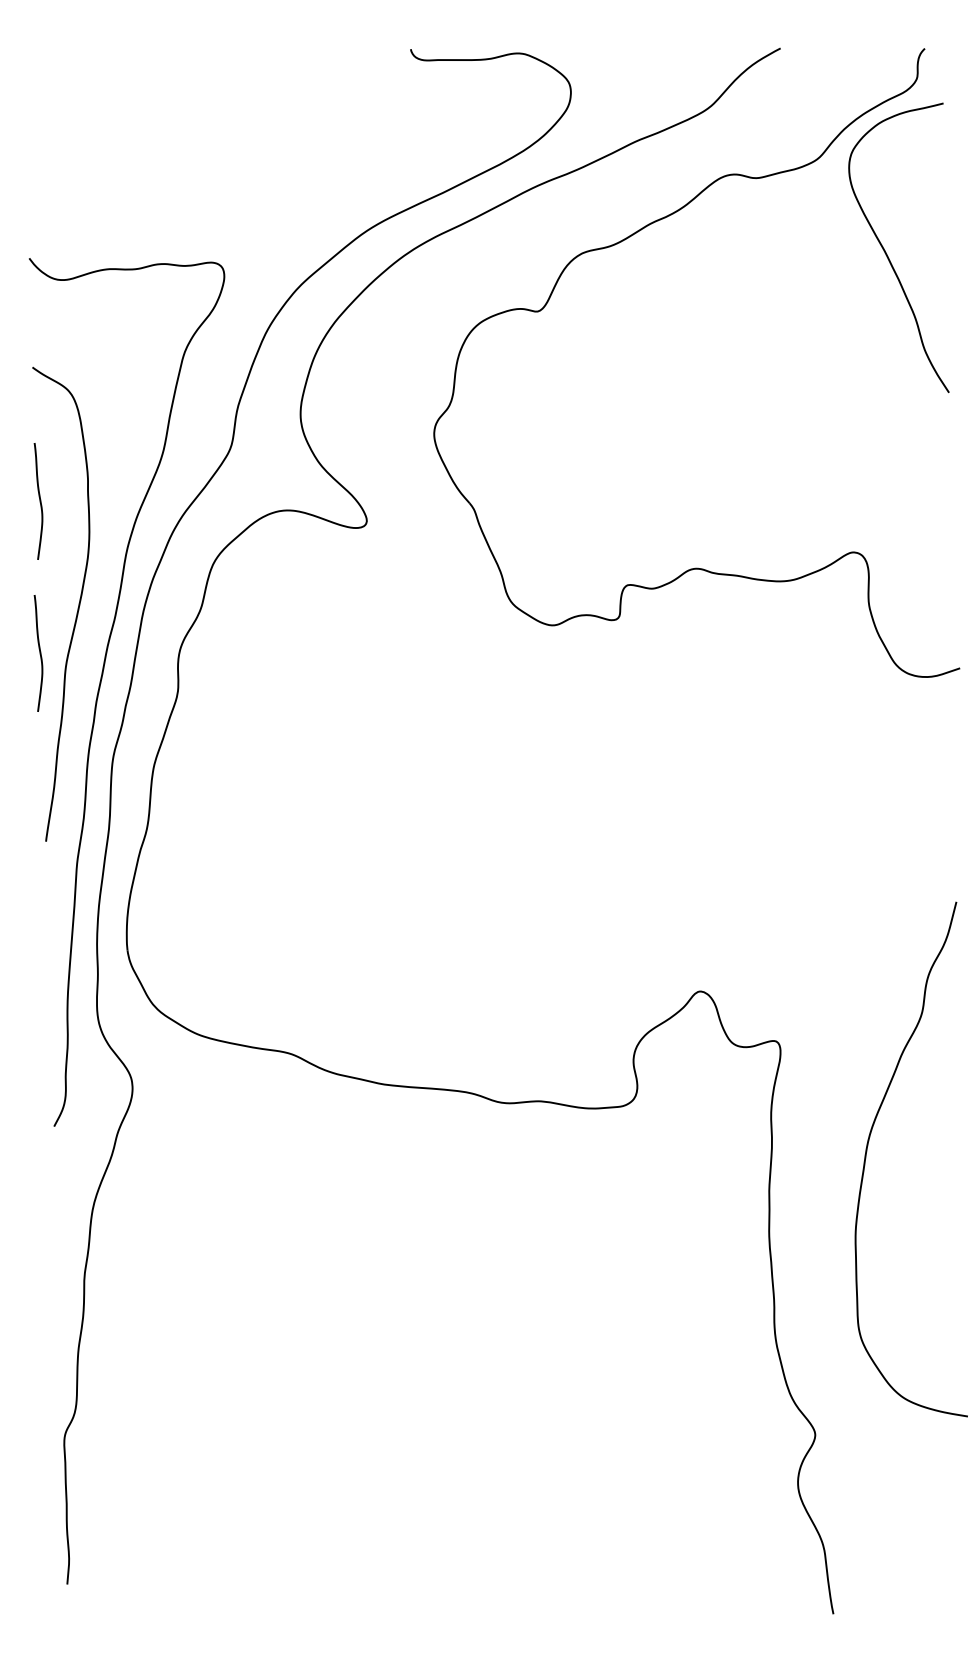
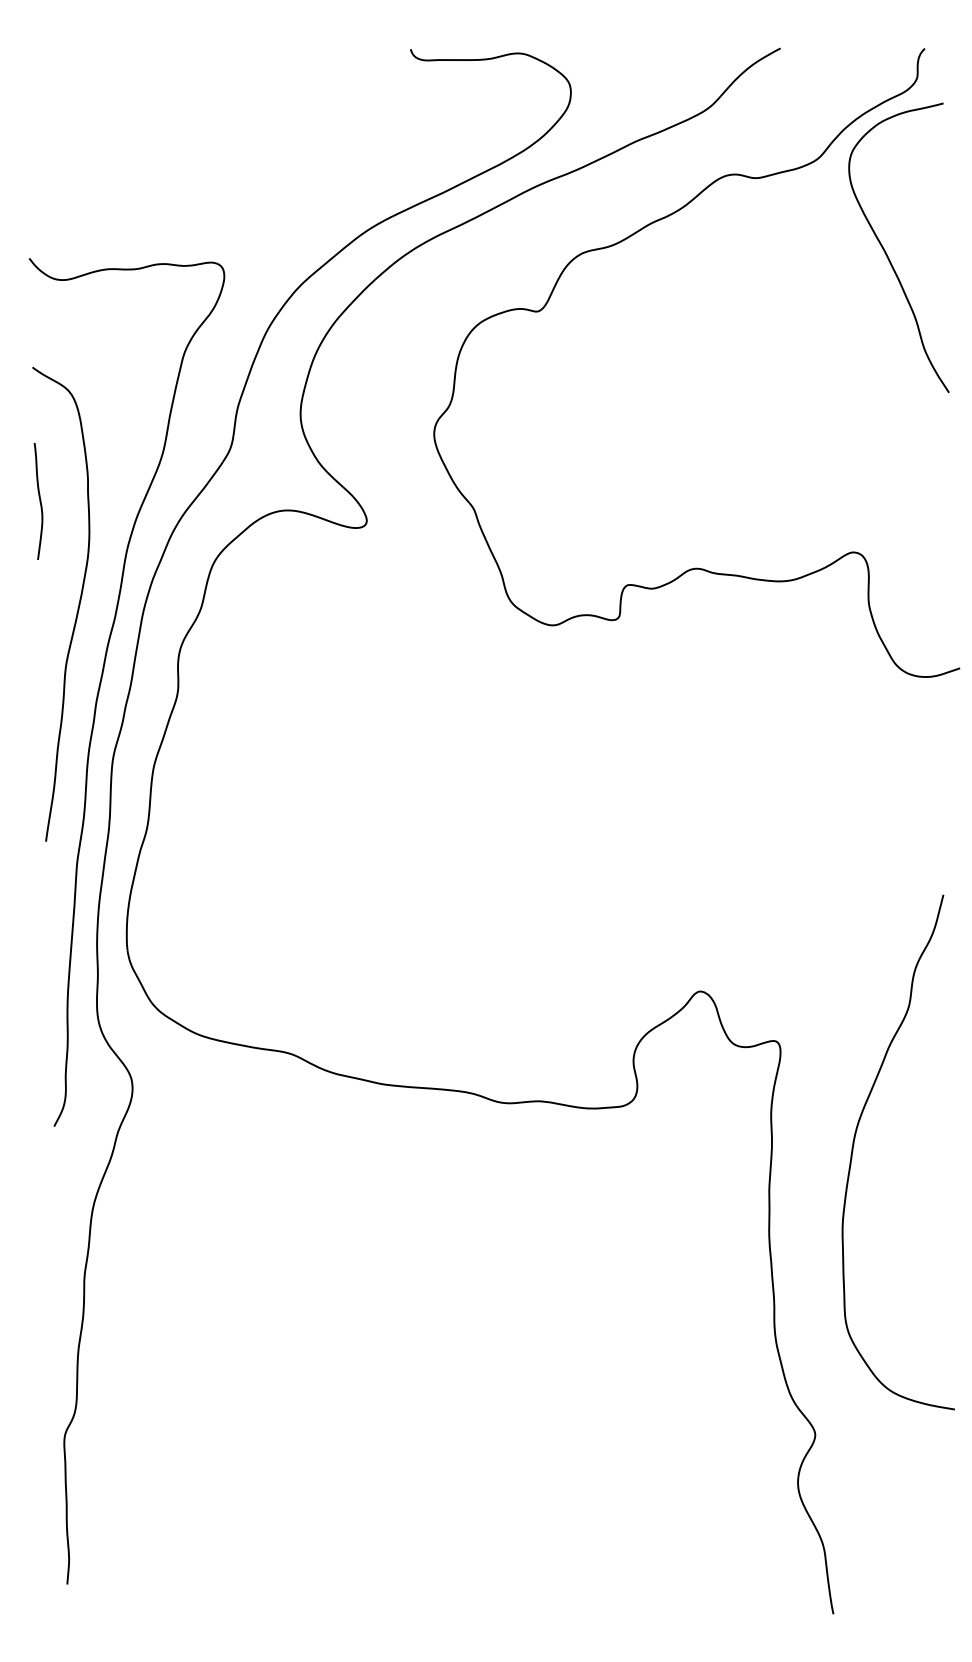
curve at (39, 653): present -> none
curve at (867, 1151) position: (867, 1151) -> (854, 1144)
